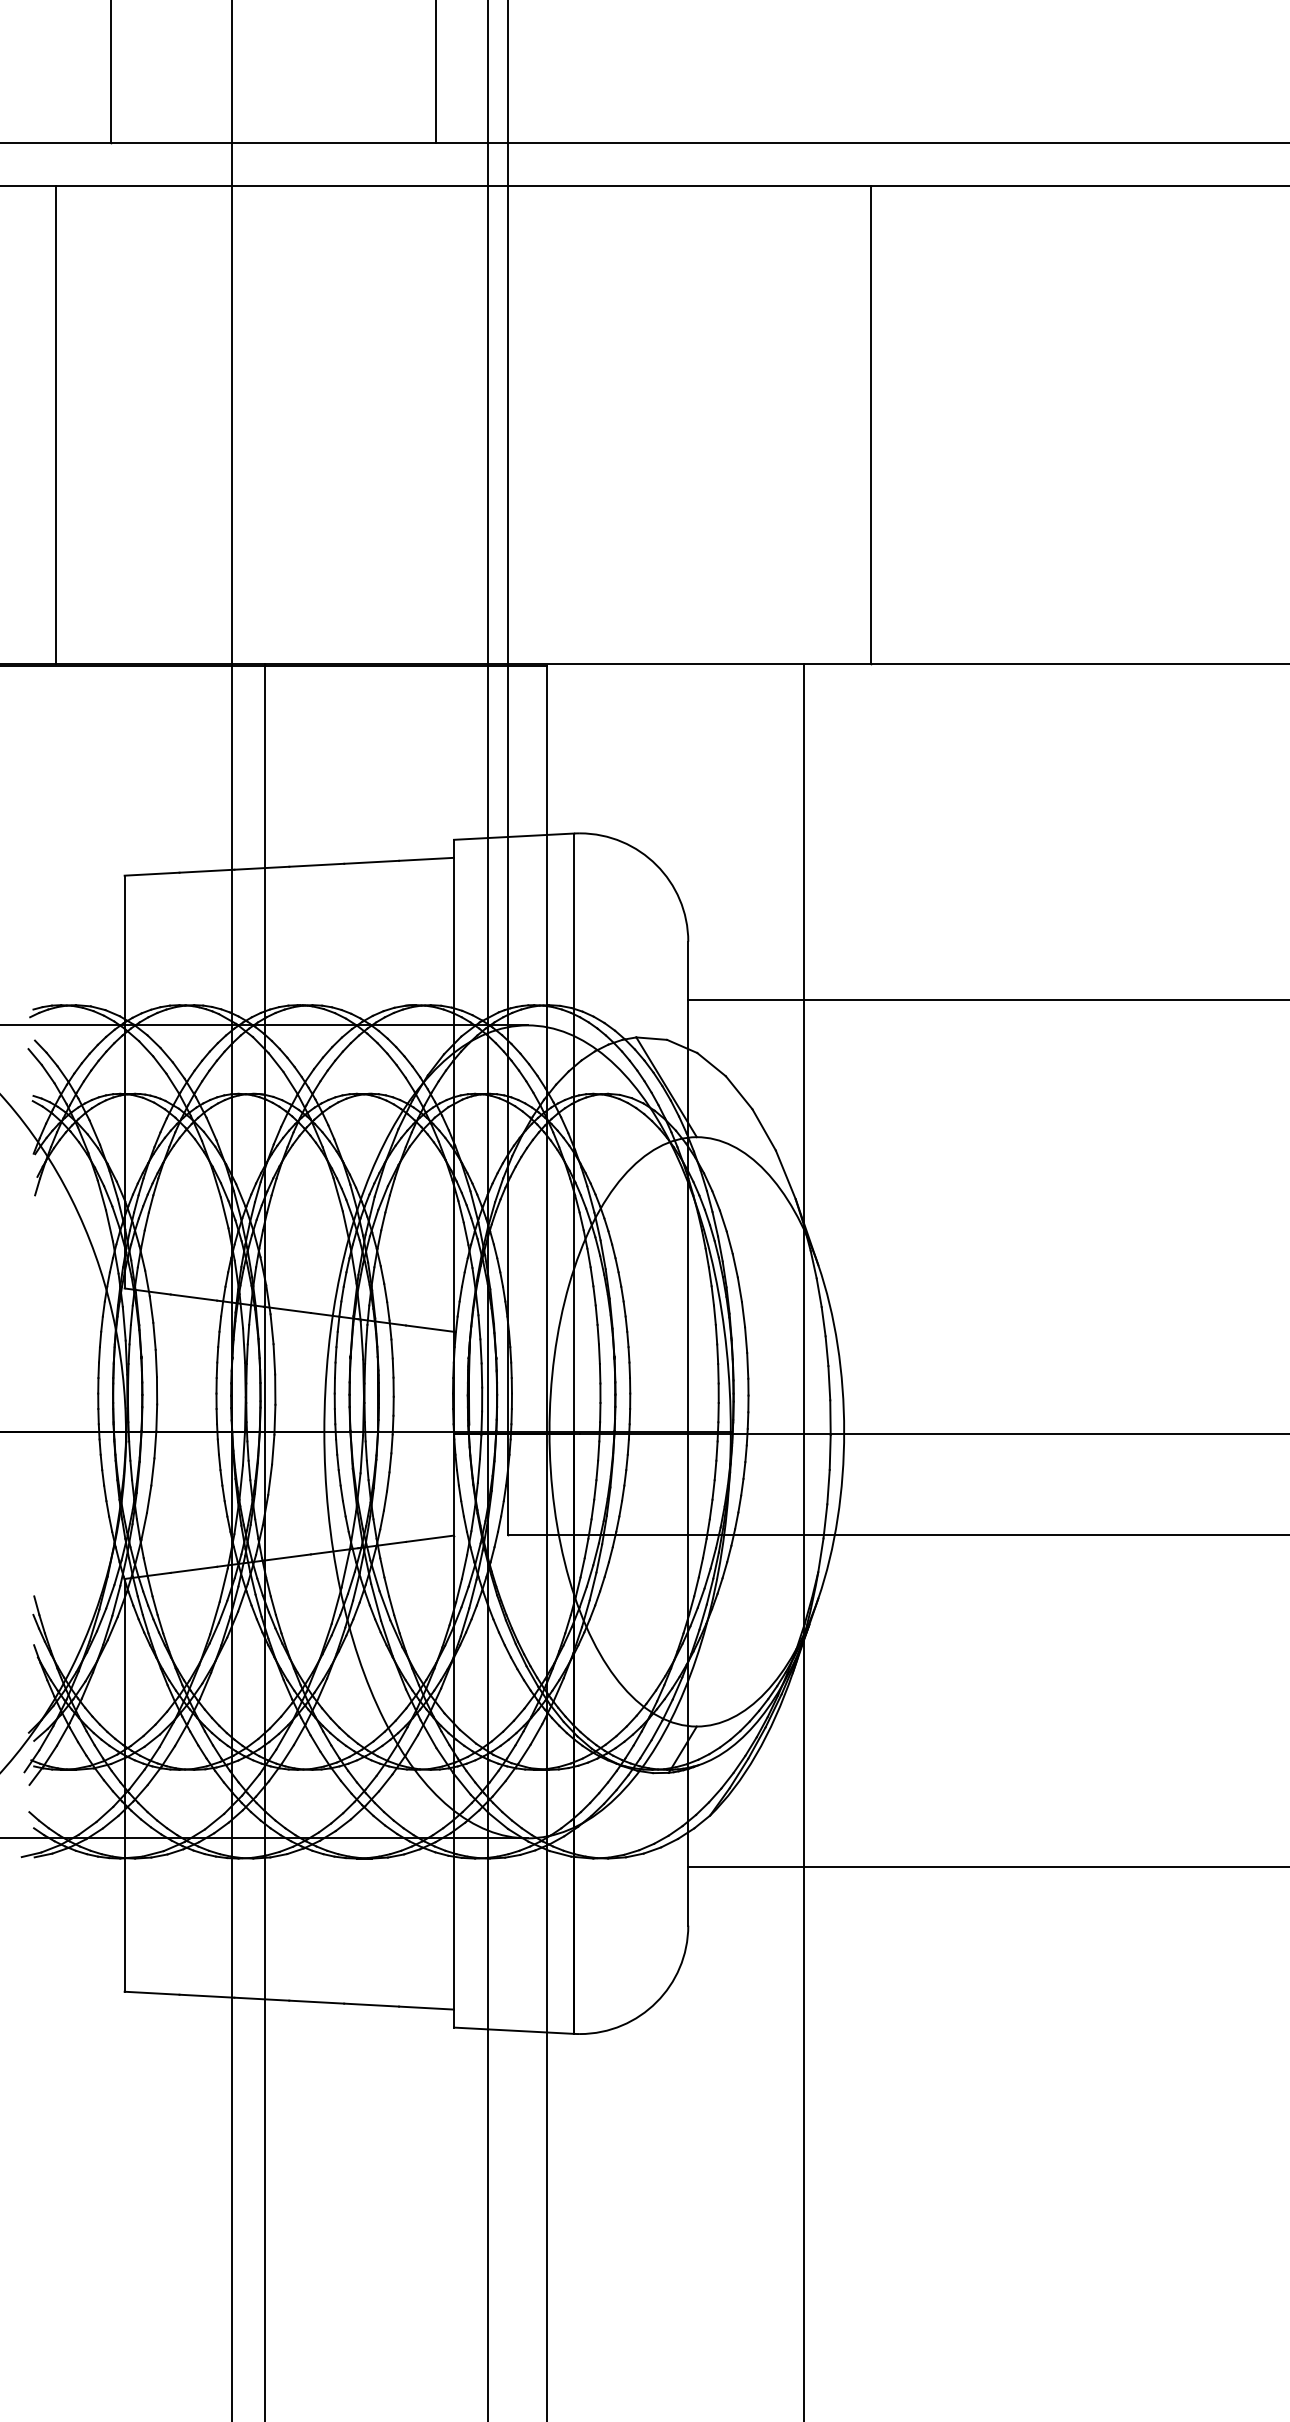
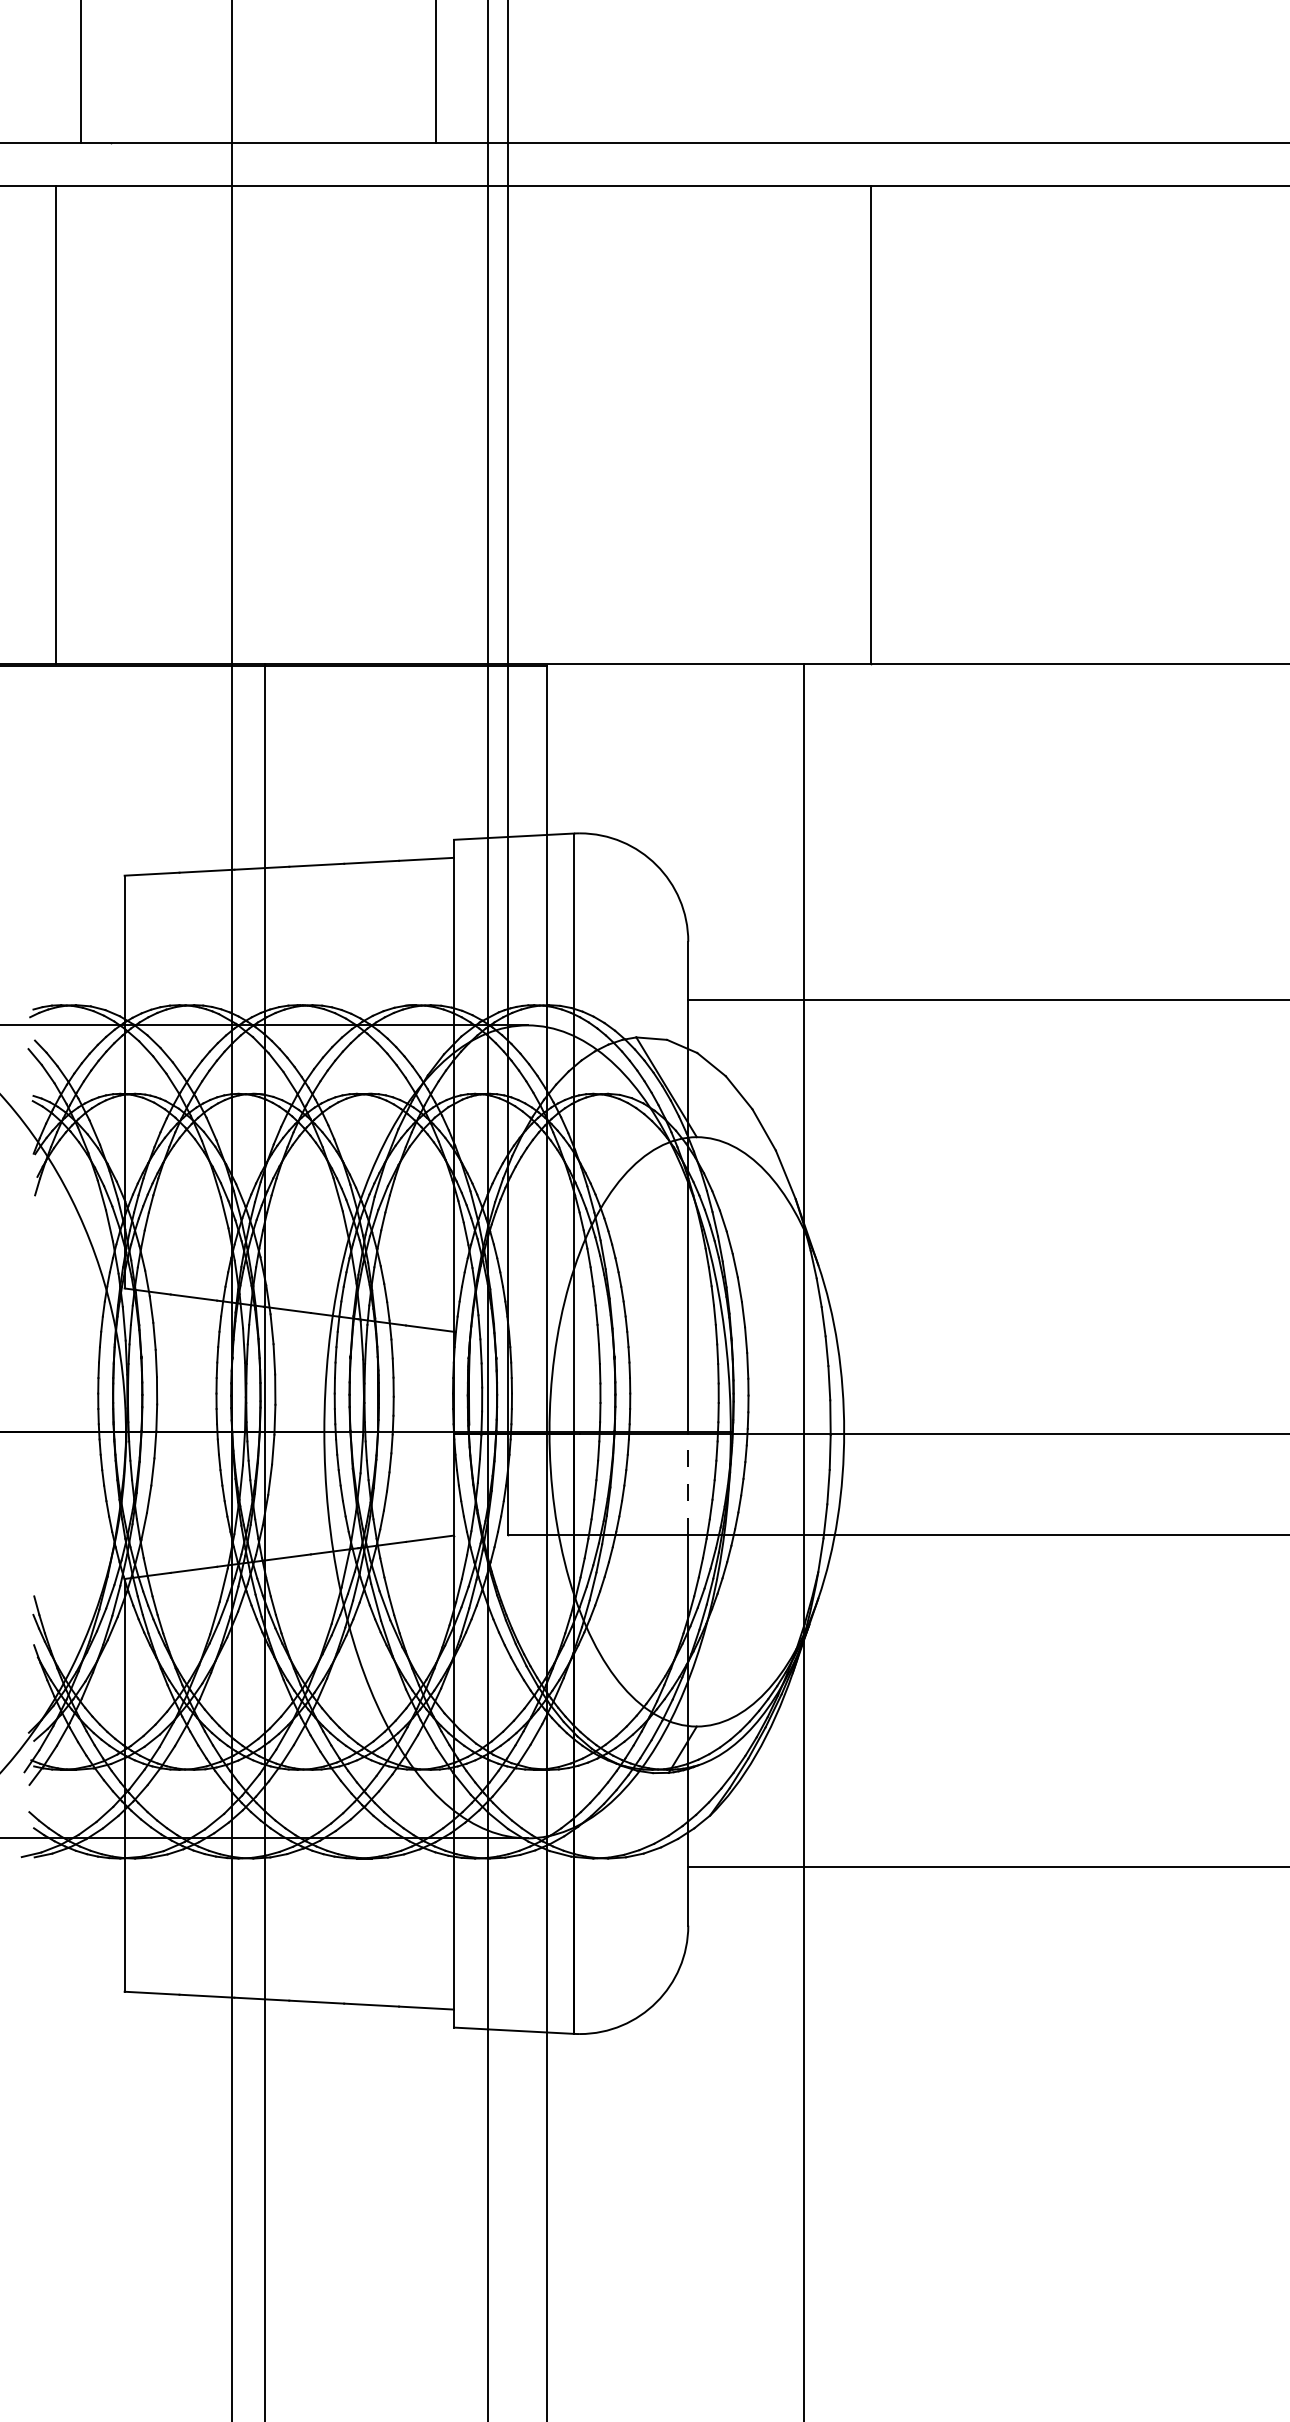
line at (111, 72) position: (111, 72) -> (81, 72)
line at (688, 1484): solid -> dashed
